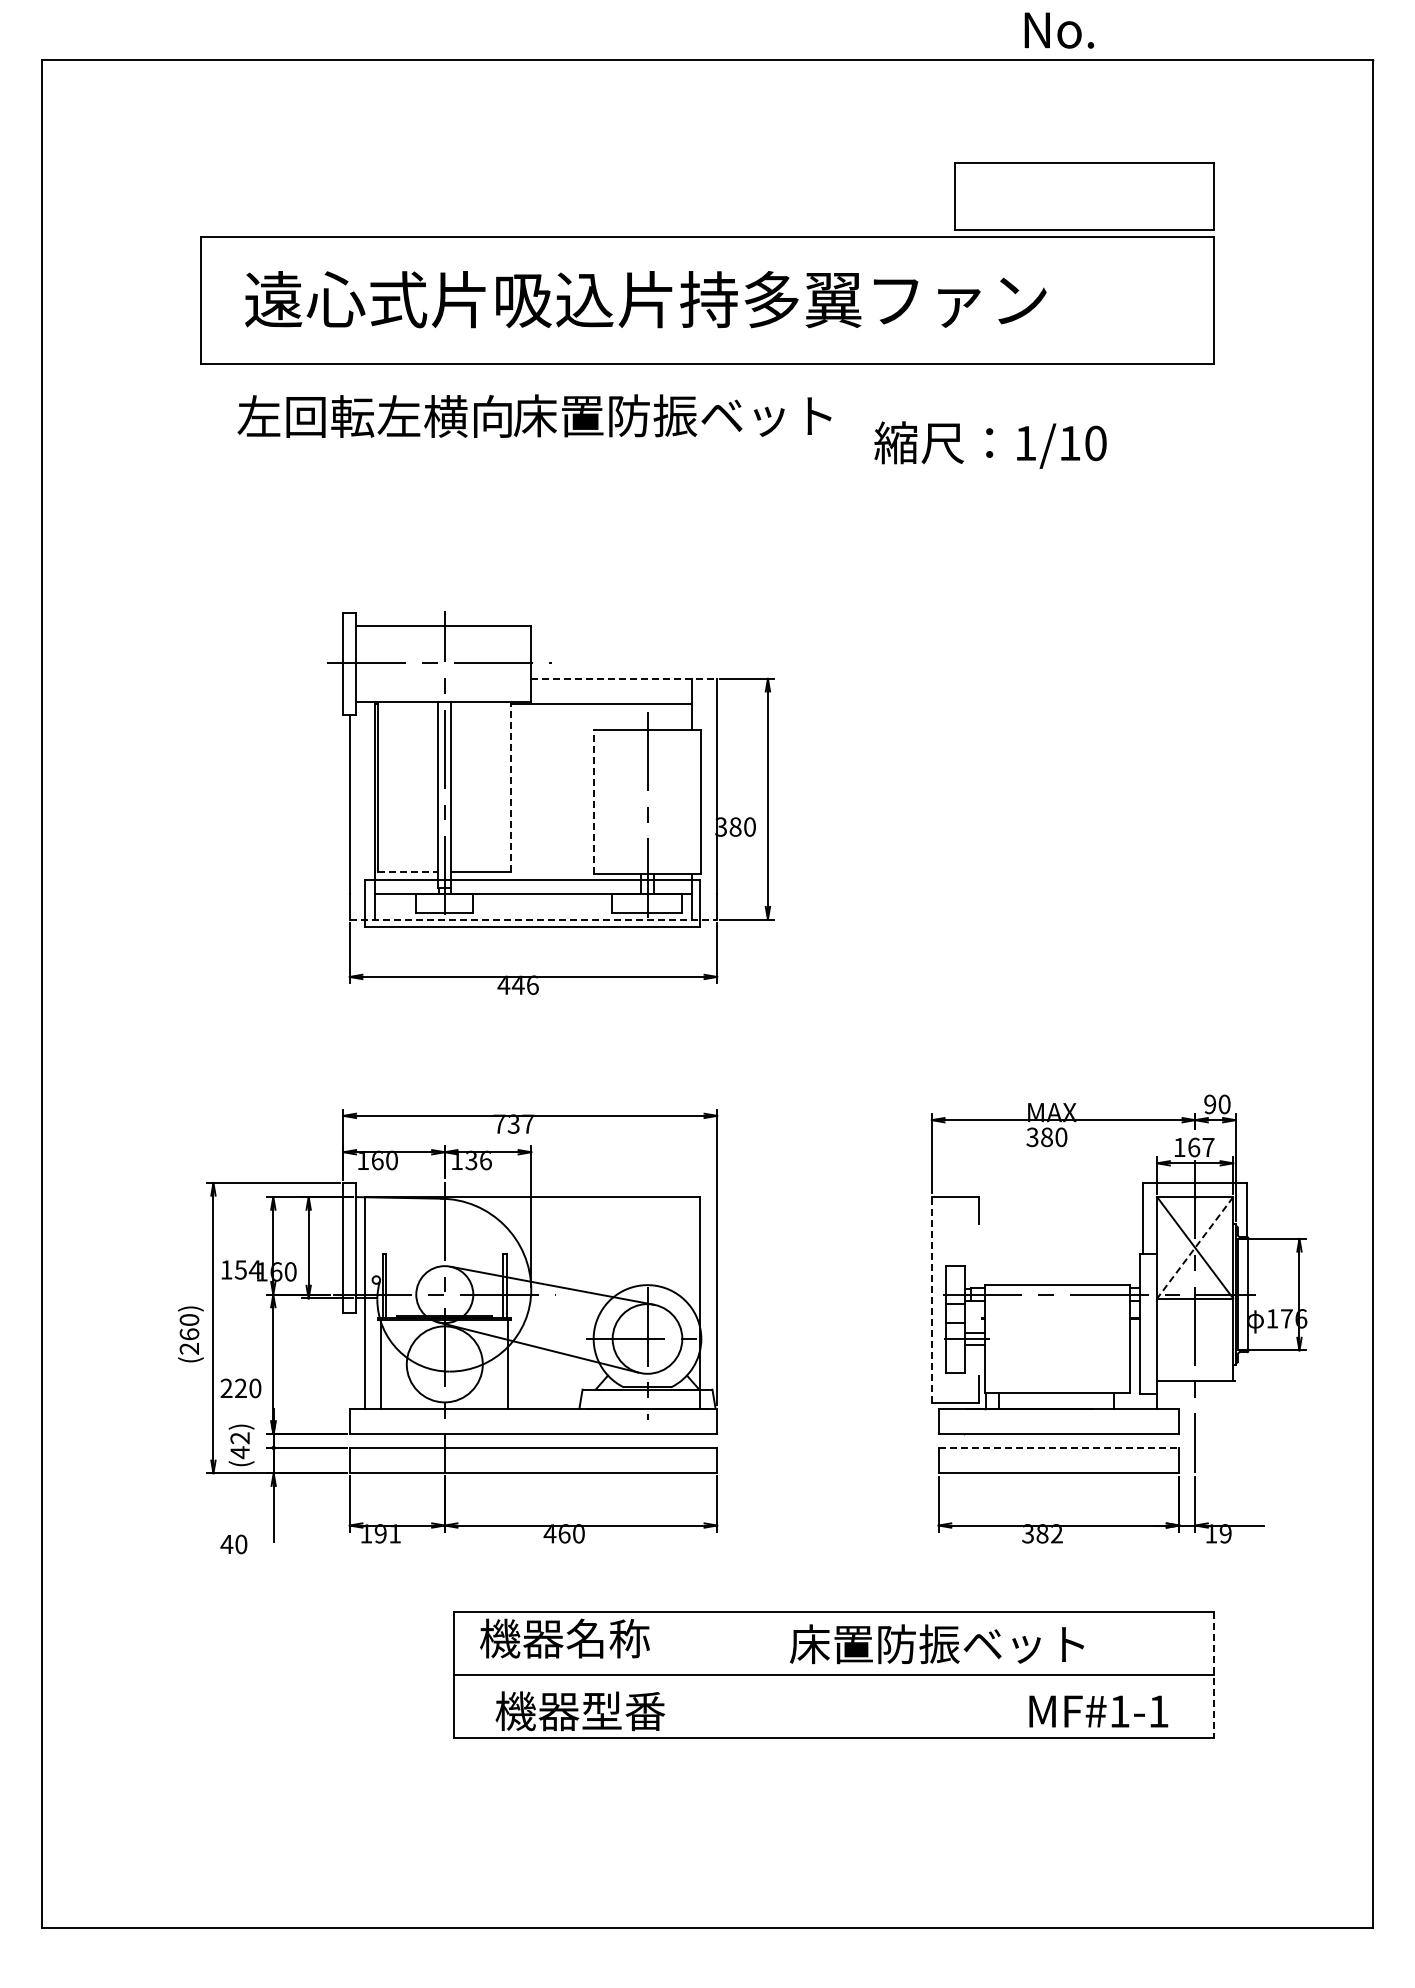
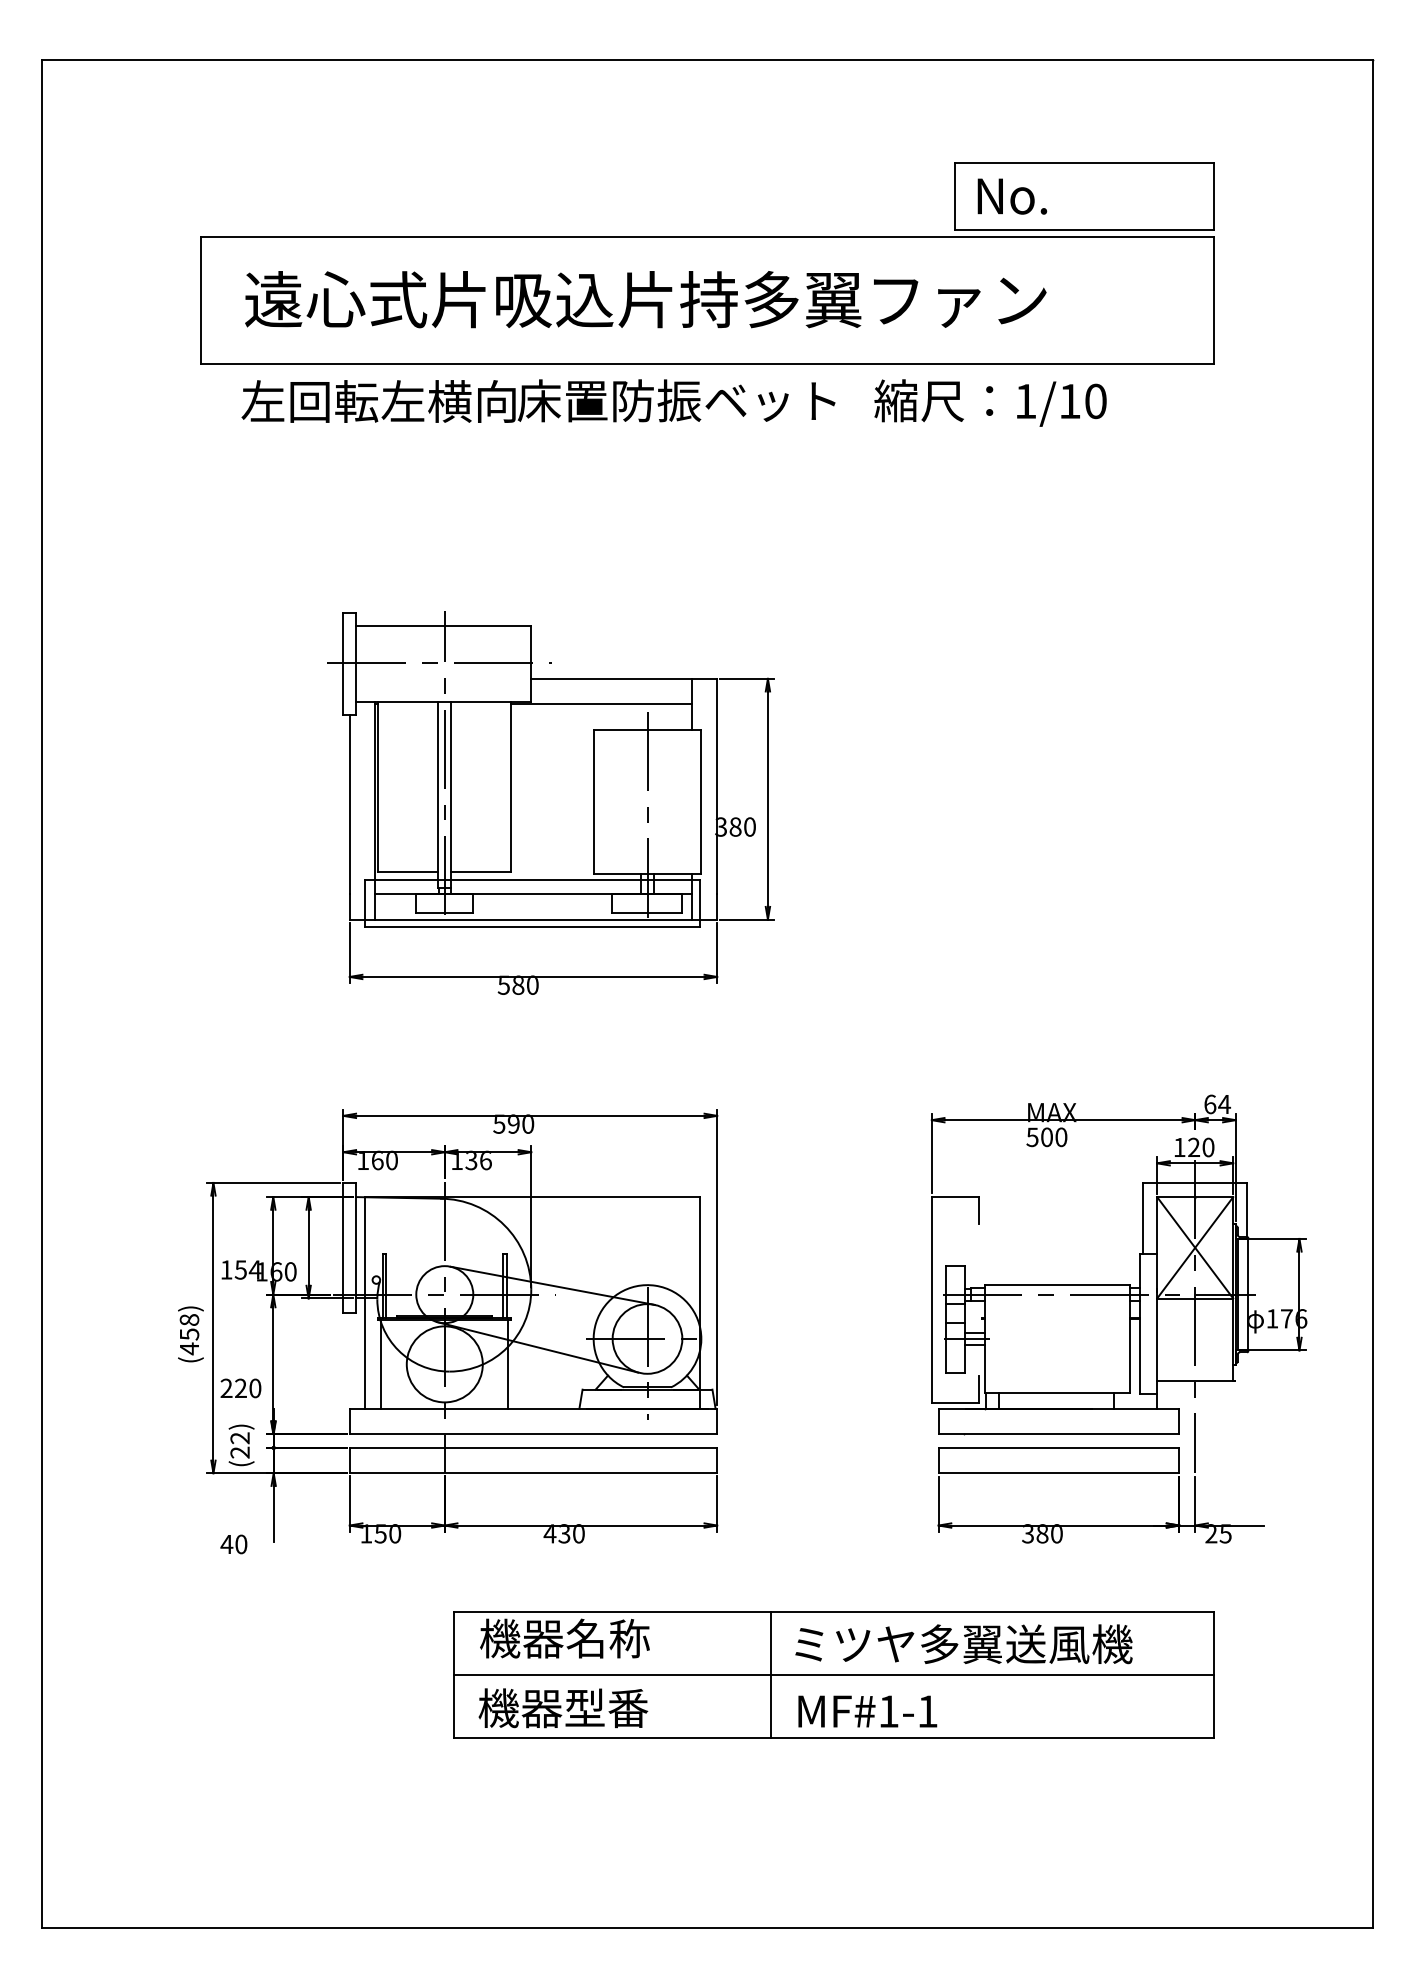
text at (1059, 30) position: (1059, 30) -> (1012, 196)
text at (534, 415) position: (534, 415) -> (538, 400)
text at (990, 444) position: (990, 444) -> (990, 402)
line at (624, 678): dashed -> solid
line at (511, 786): dashed -> solid
line at (593, 801): dashed -> solid
line at (408, 872): dashed -> solid
line at (533, 919): dashed -> solid
text at (517, 984): 446 -> 580
text at (1217, 1104): 90 -> 64
text at (513, 1123): 737 -> 590
text at (1039, 1136): 380 -> 500
text at (1201, 1147): 167 -> 120
line at (1194, 1248): dashed -> solid
line at (931, 1299): dashed -> solid
text at (189, 1334): (260) -> (458)
line at (1059, 1448): dashed -> solid
text at (239, 1452): (42) -> (22)
text at (387, 1533): 191 -> 150
text at (564, 1533): 460 -> 430
text at (1056, 1533): 382 -> 380
text at (1218, 1533): 19 -> 25
text at (961, 1644): 床置防振ベット -> ミツヤ多翼送風機
line at (770, 1674): none -> present
line at (1214, 1675): dashed -> solid
text at (580, 1711) position: (580, 1711) -> (563, 1708)
text at (1098, 1711) position: (1098, 1711) -> (867, 1711)
